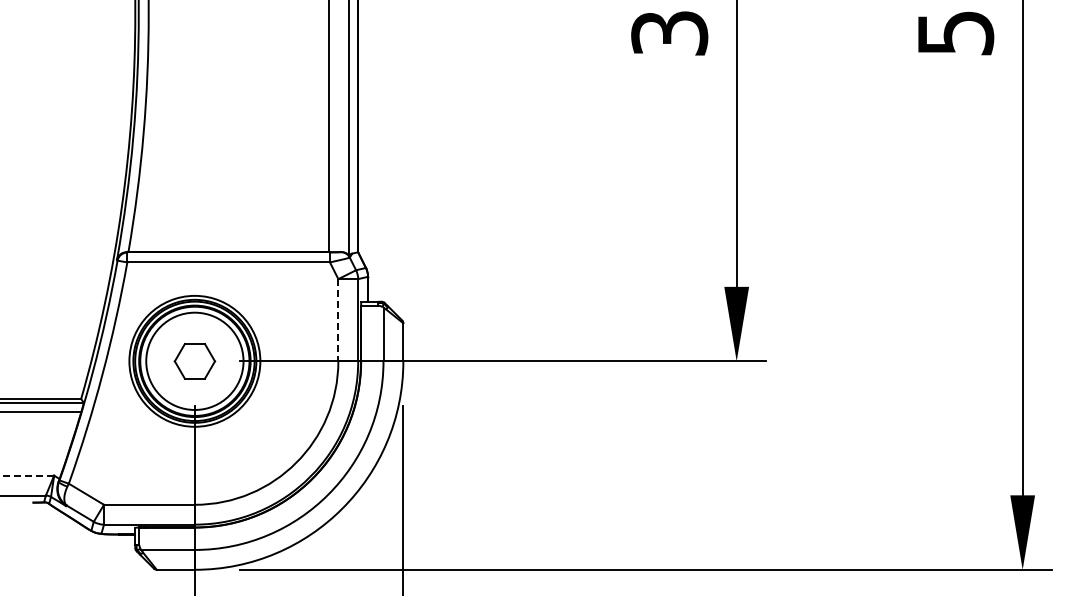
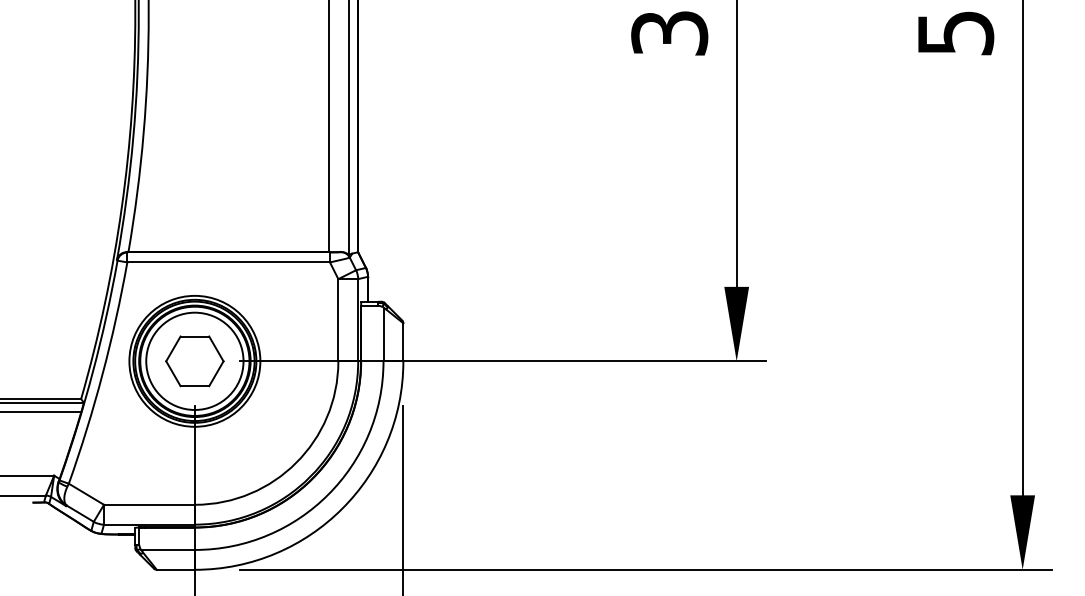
line at (338, 320): dashed -> solid
part at (194, 361) size: 44x37 px -> 60x53 px
line at (27, 475): dashed -> solid
